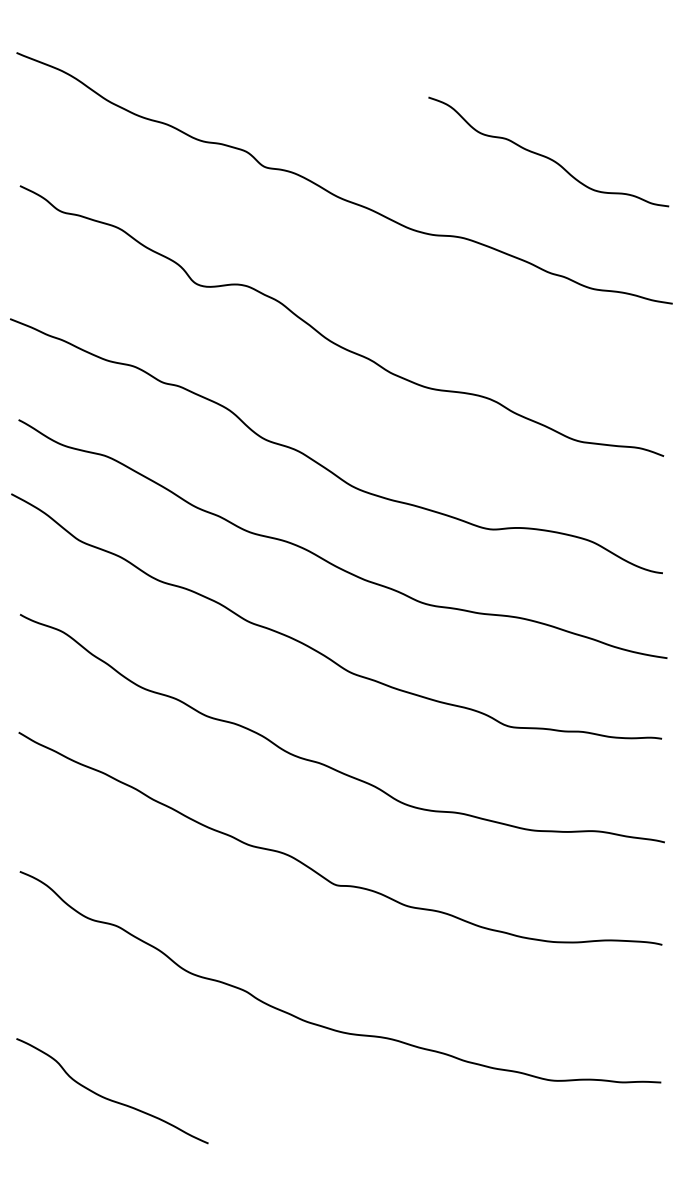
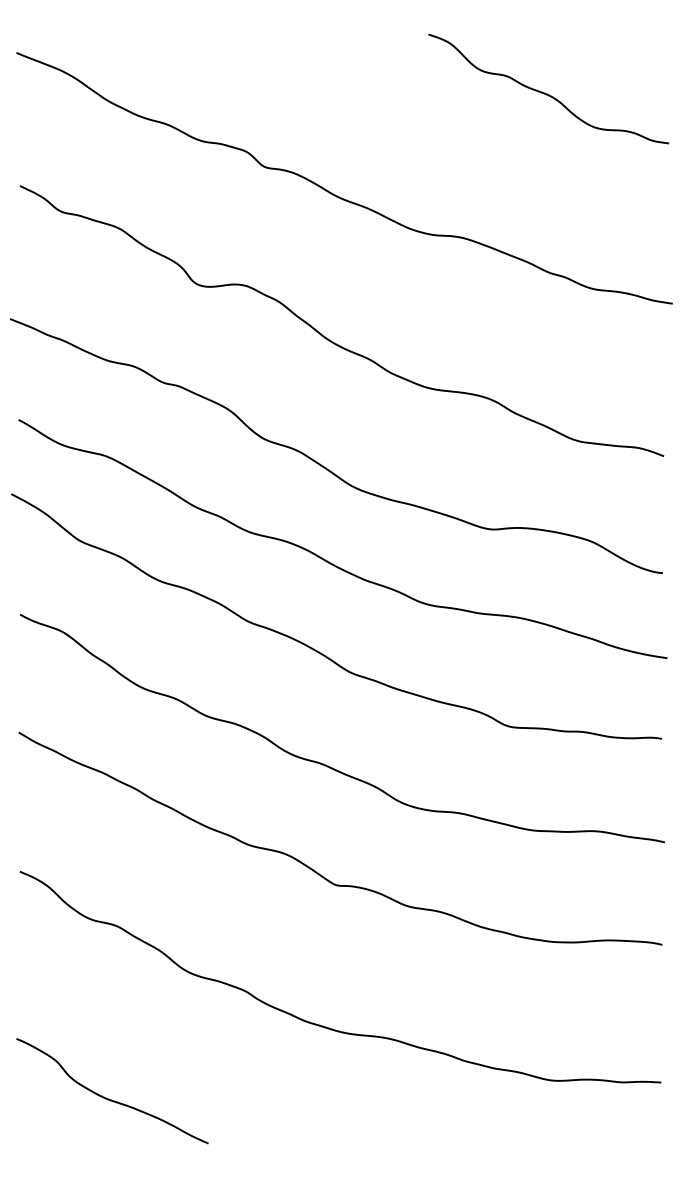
curve at (545, 155) position: (545, 155) -> (545, 92)
